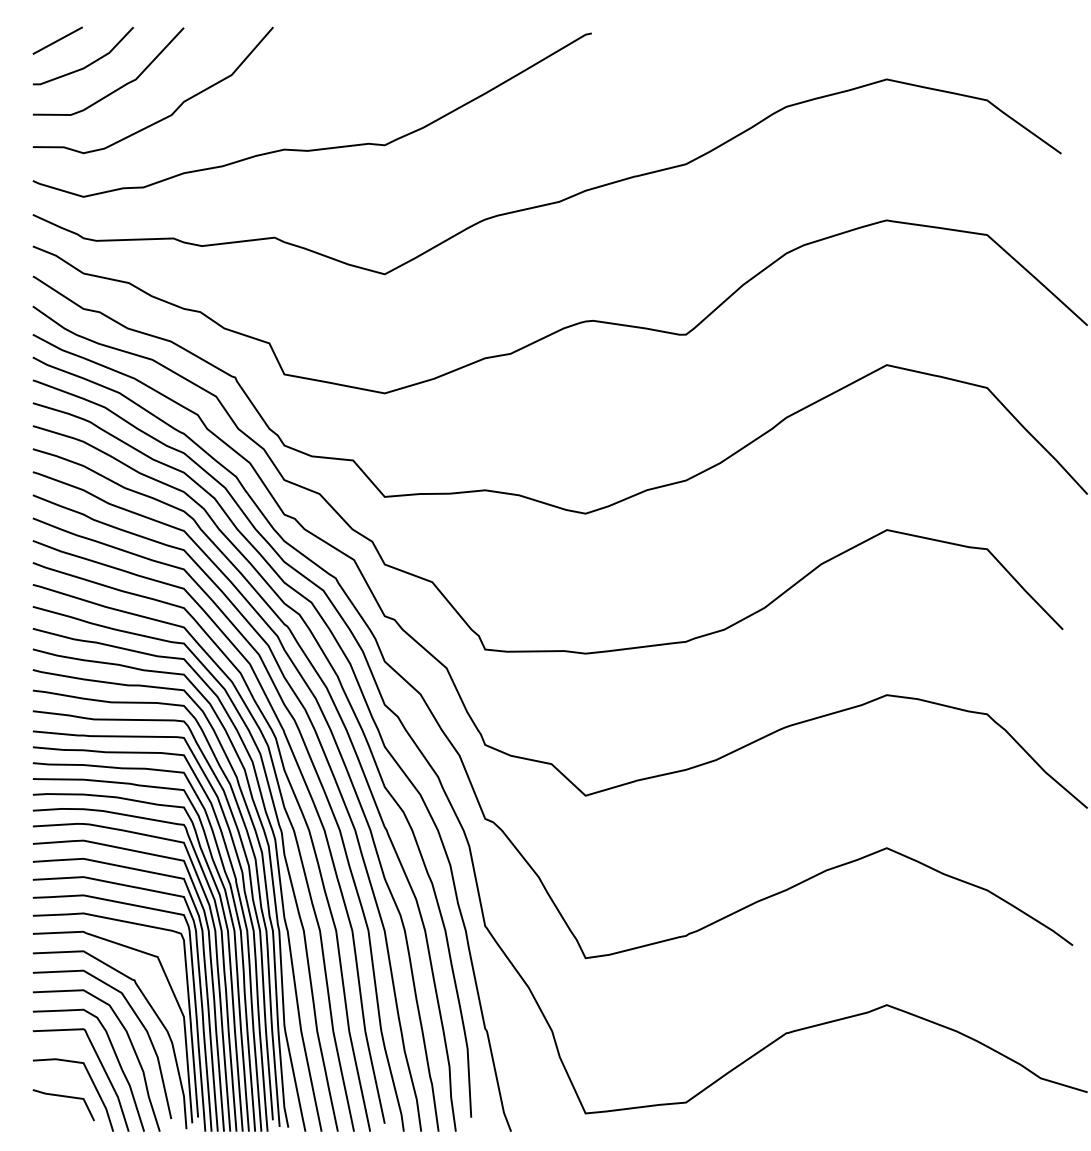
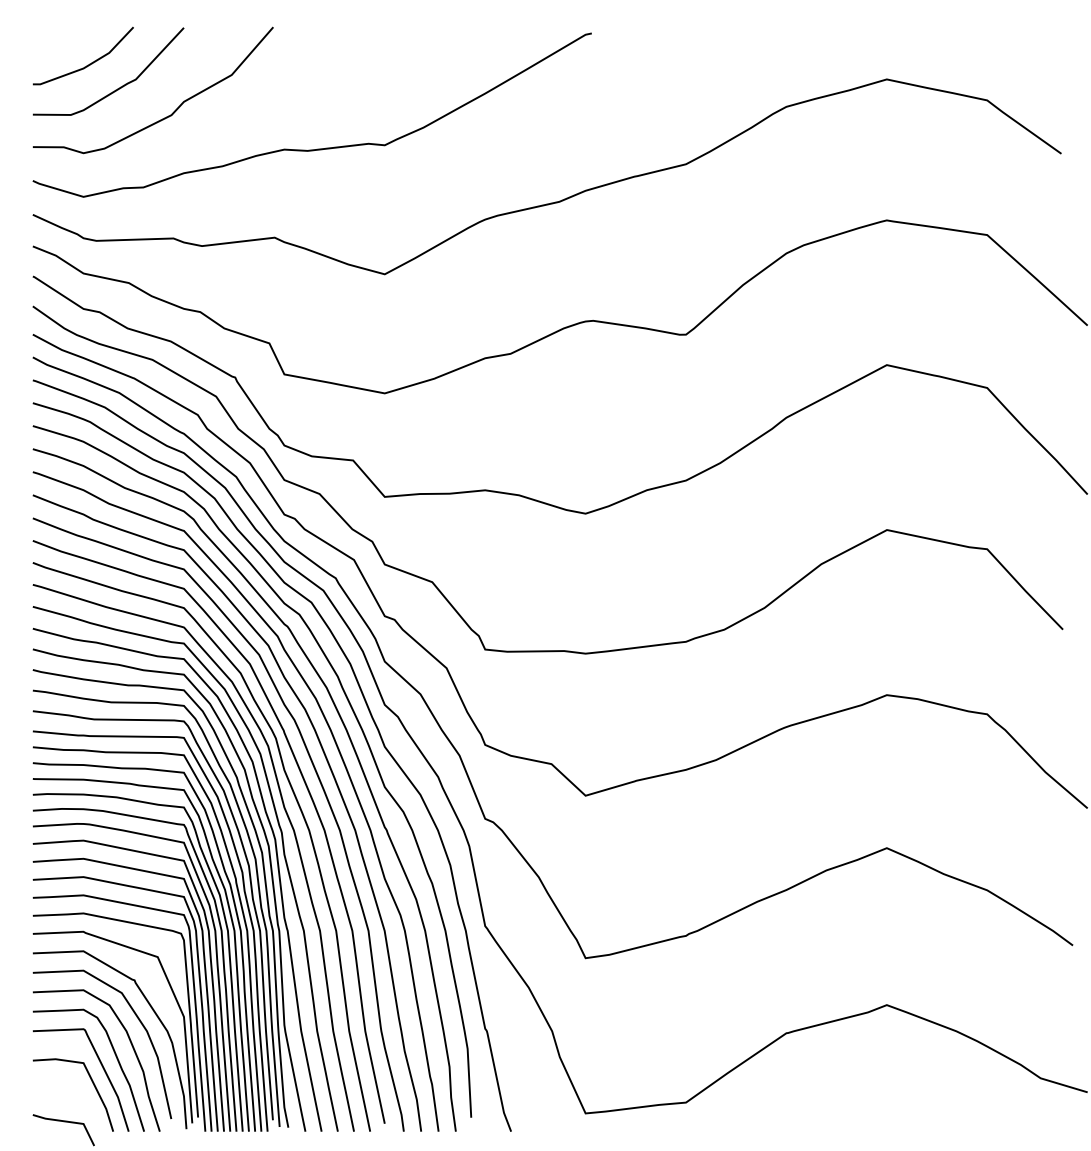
line at (57, 40): present -> none
line at (63, 1097) position: (63, 1097) -> (63, 1122)
